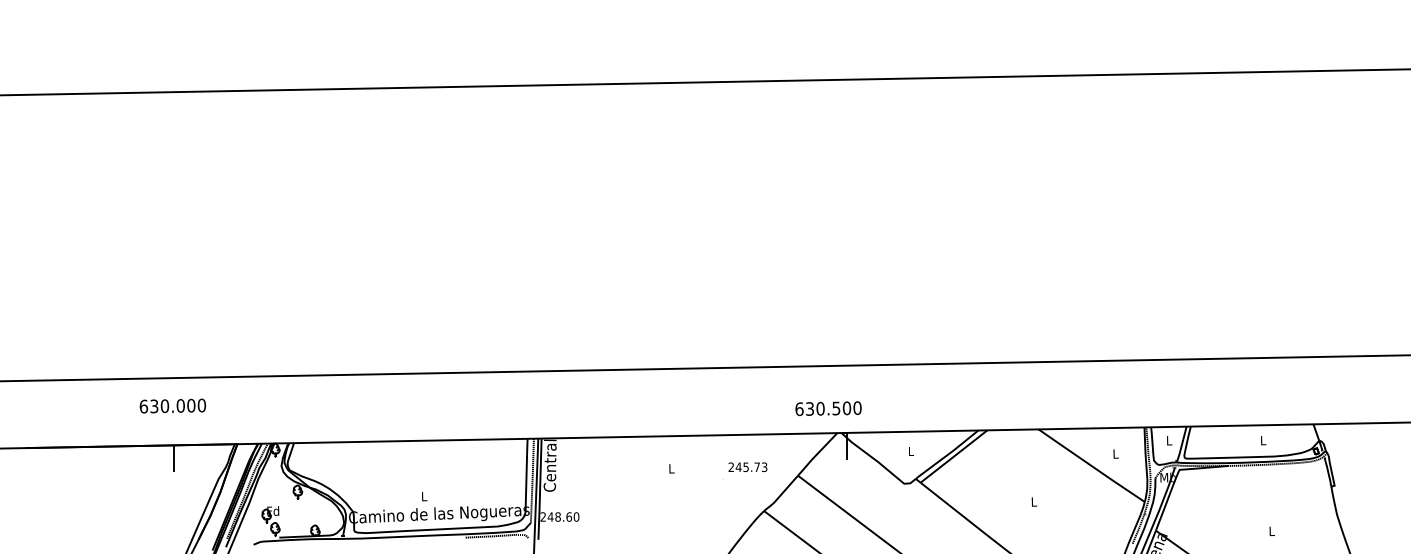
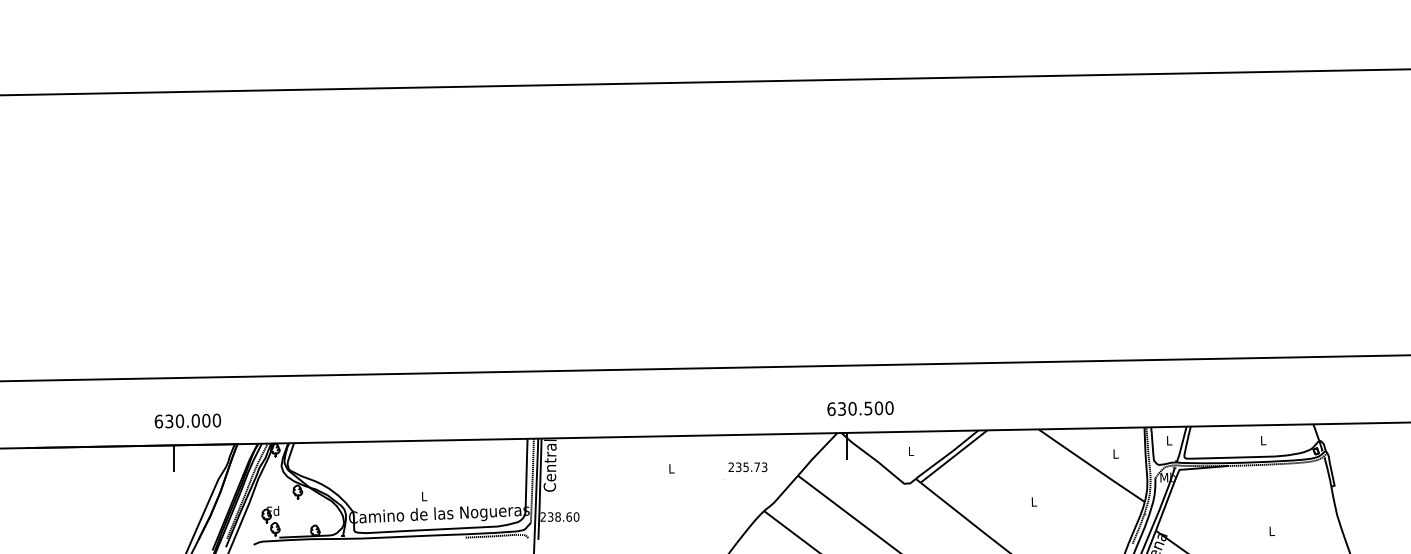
text at (172, 405) position: (172, 405) -> (187, 420)
text at (828, 408) position: (828, 408) -> (860, 408)
text at (738, 467): 245.73 -> 235.73
text at (550, 516): 248.60 -> 238.60
